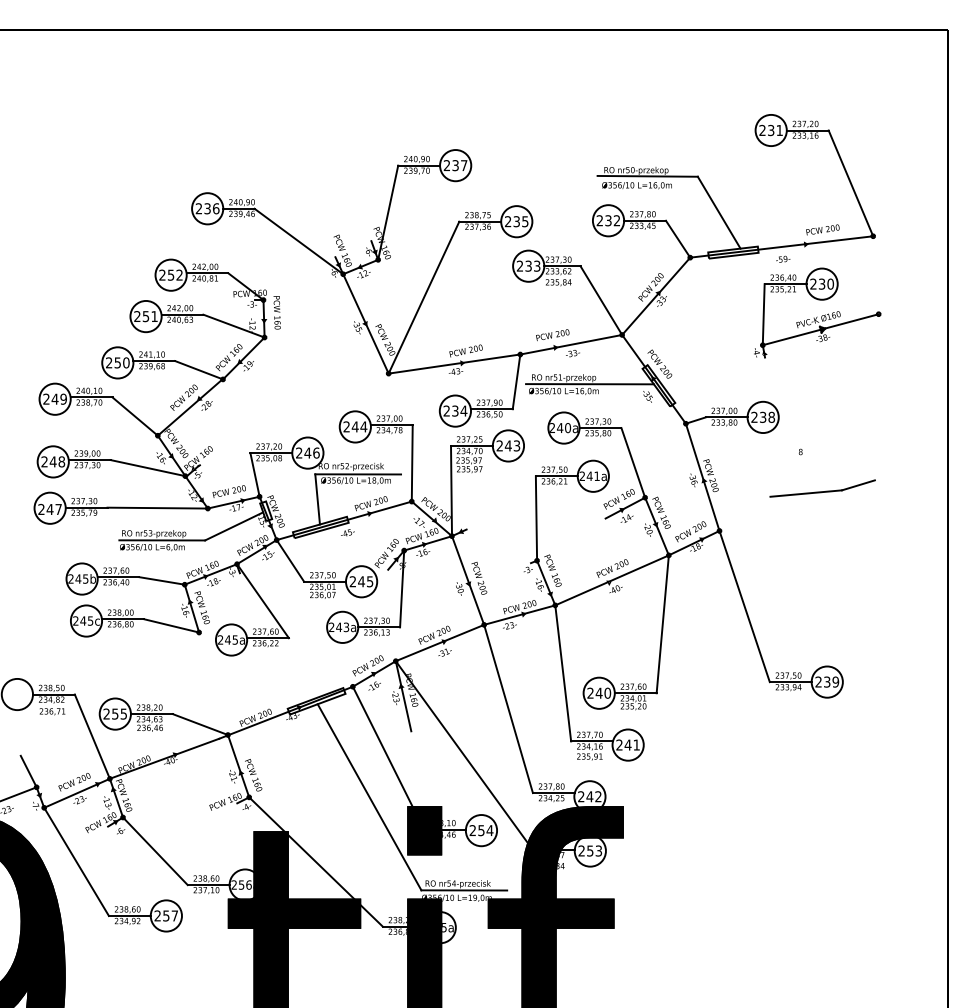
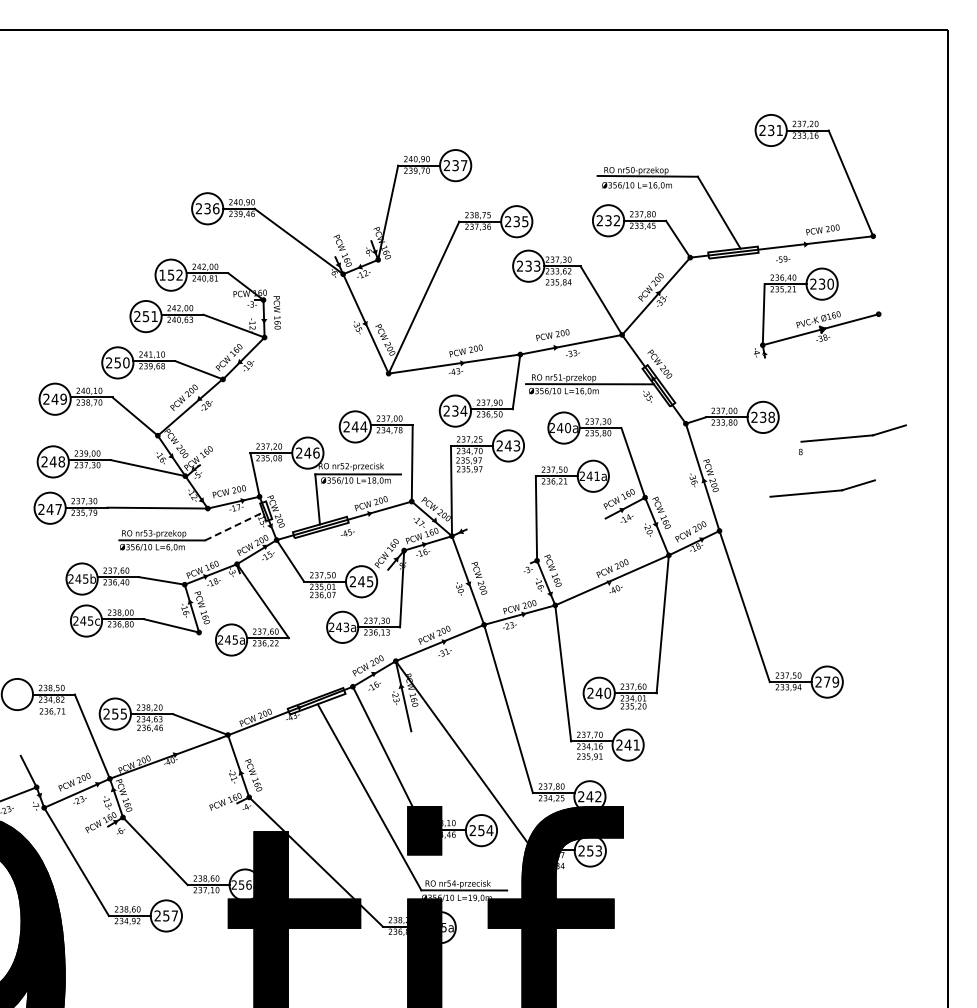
text at (162, 274): 252 -> 152
part at (853, 433): none -> present
line at (234, 526): solid -> dashed
text at (827, 681): 239 -> 279
